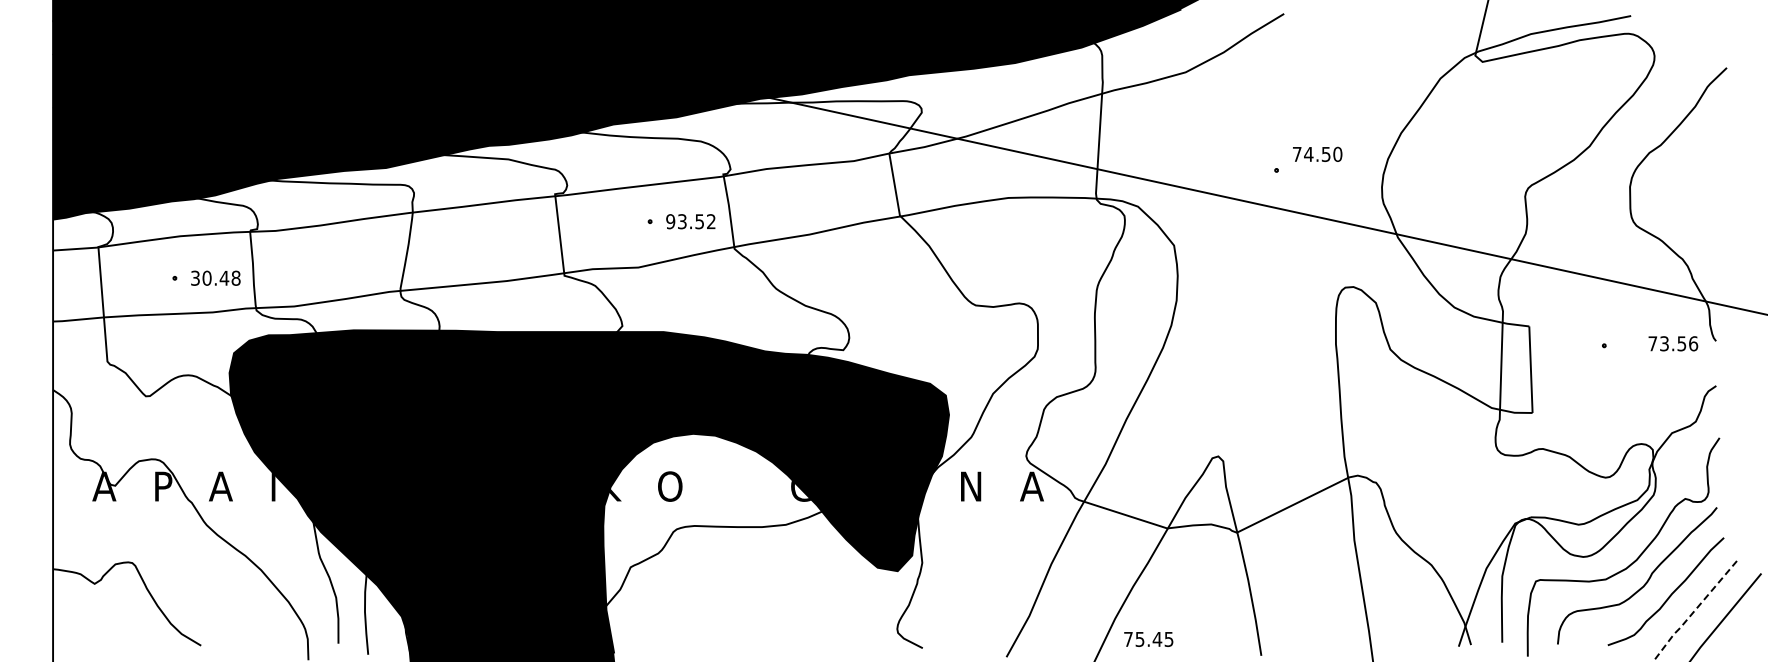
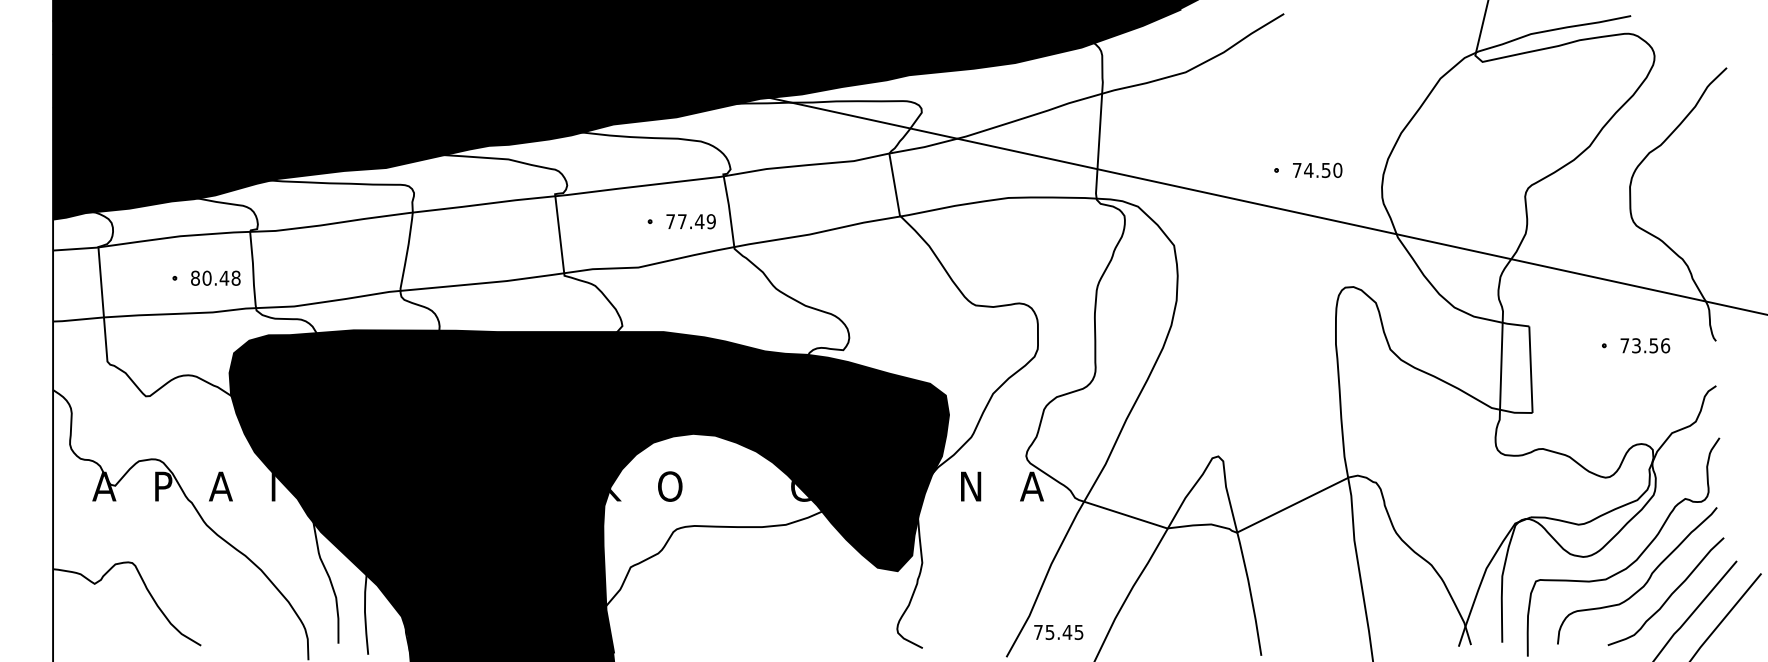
text at (1317, 153) position: (1317, 153) -> (1317, 169)
text at (690, 221): 93.52 -> 77.49
text at (195, 277): 30.48 -> 80.48
text at (1673, 343) position: (1673, 343) -> (1645, 345)
line at (1693, 611): dashed -> solid
text at (1148, 639) position: (1148, 639) -> (1058, 632)
